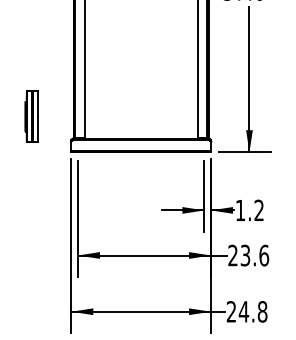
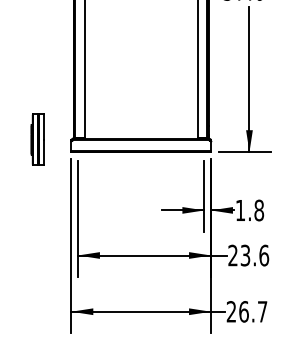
part at (31, 116) position: (31, 116) -> (37, 139)
text at (259, 210): 1.2 -> 1.8
text at (252, 311): 24.8 -> 26.7
